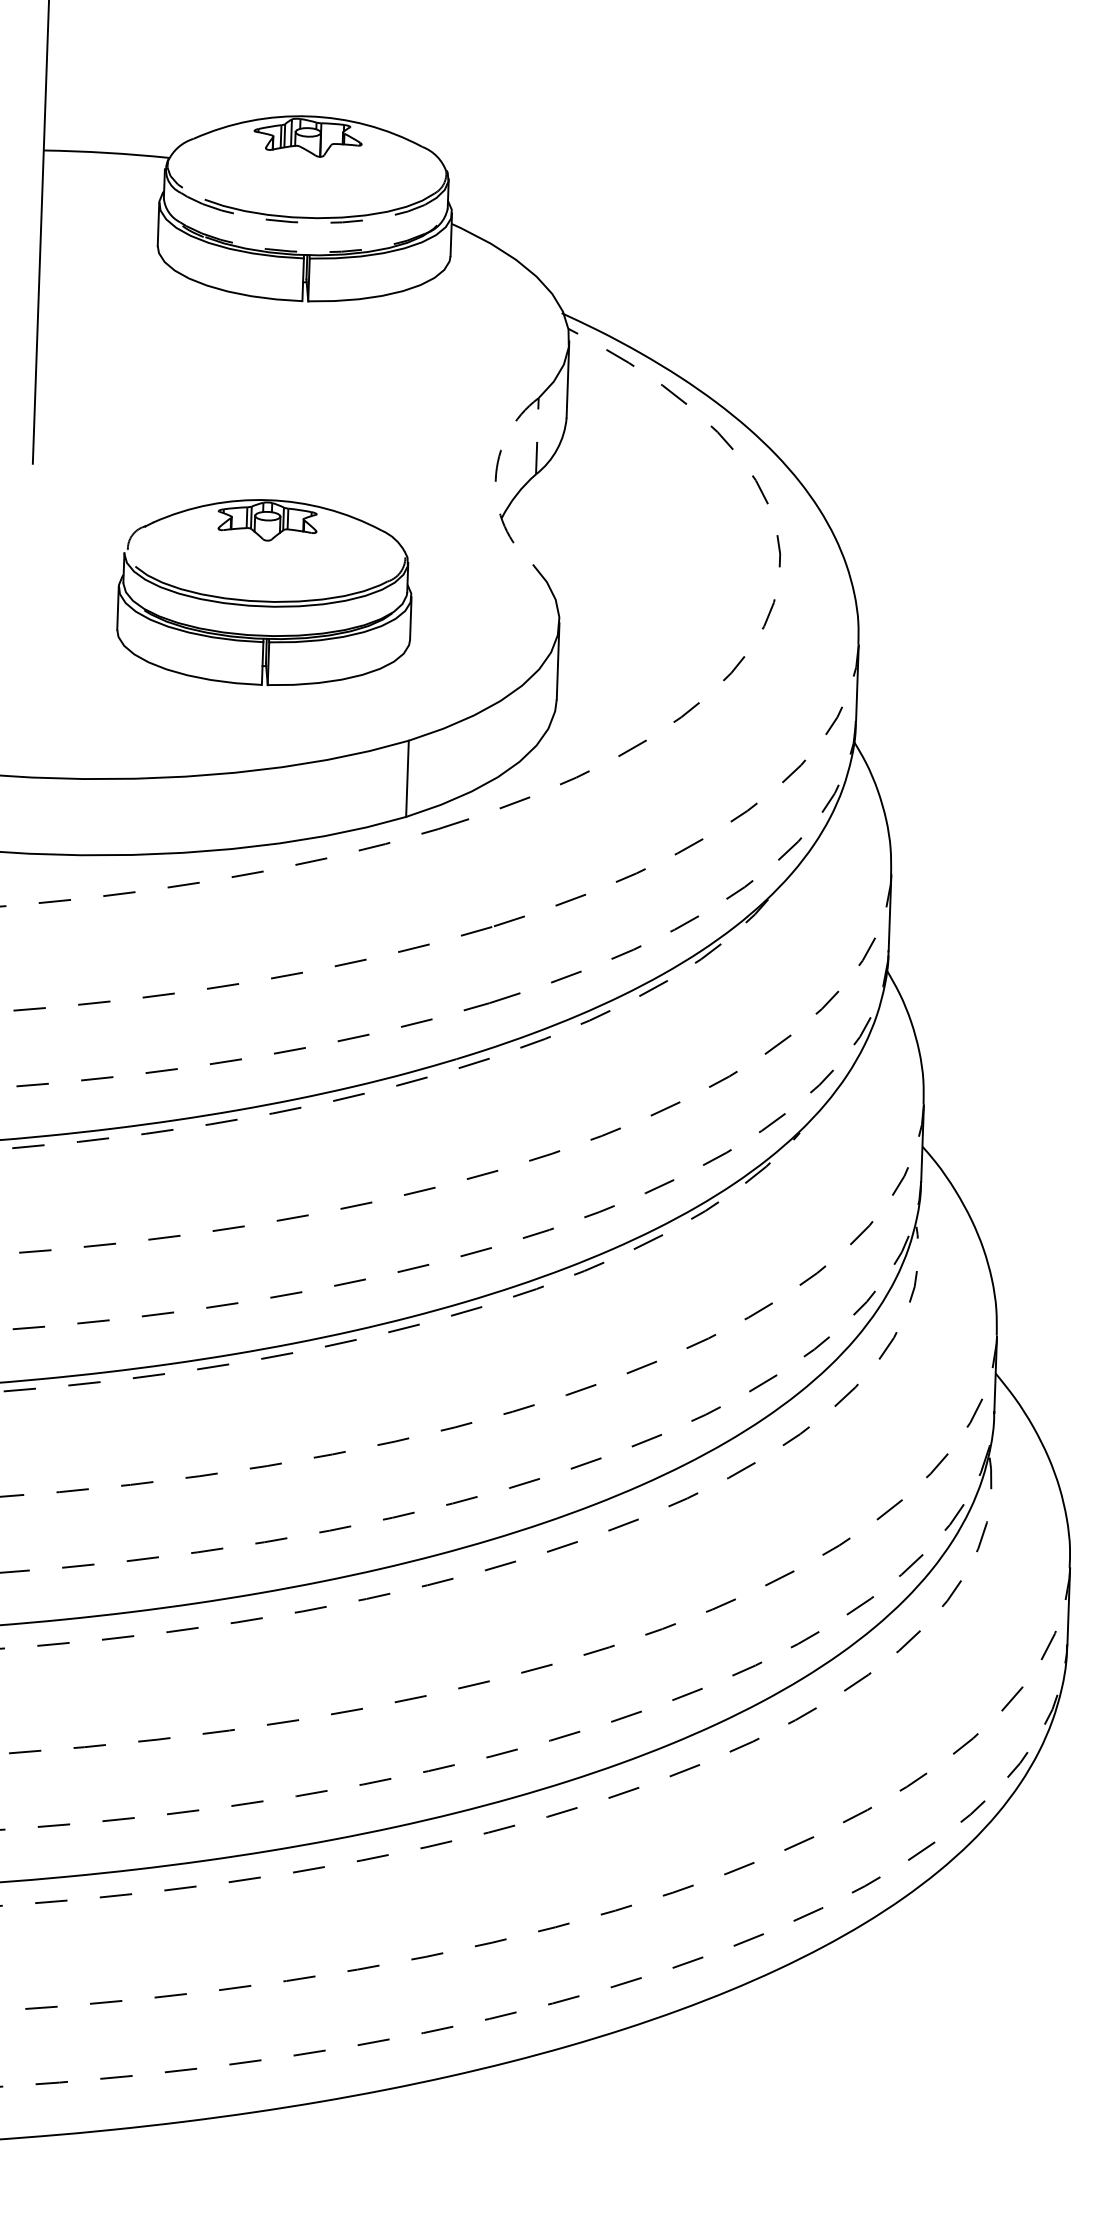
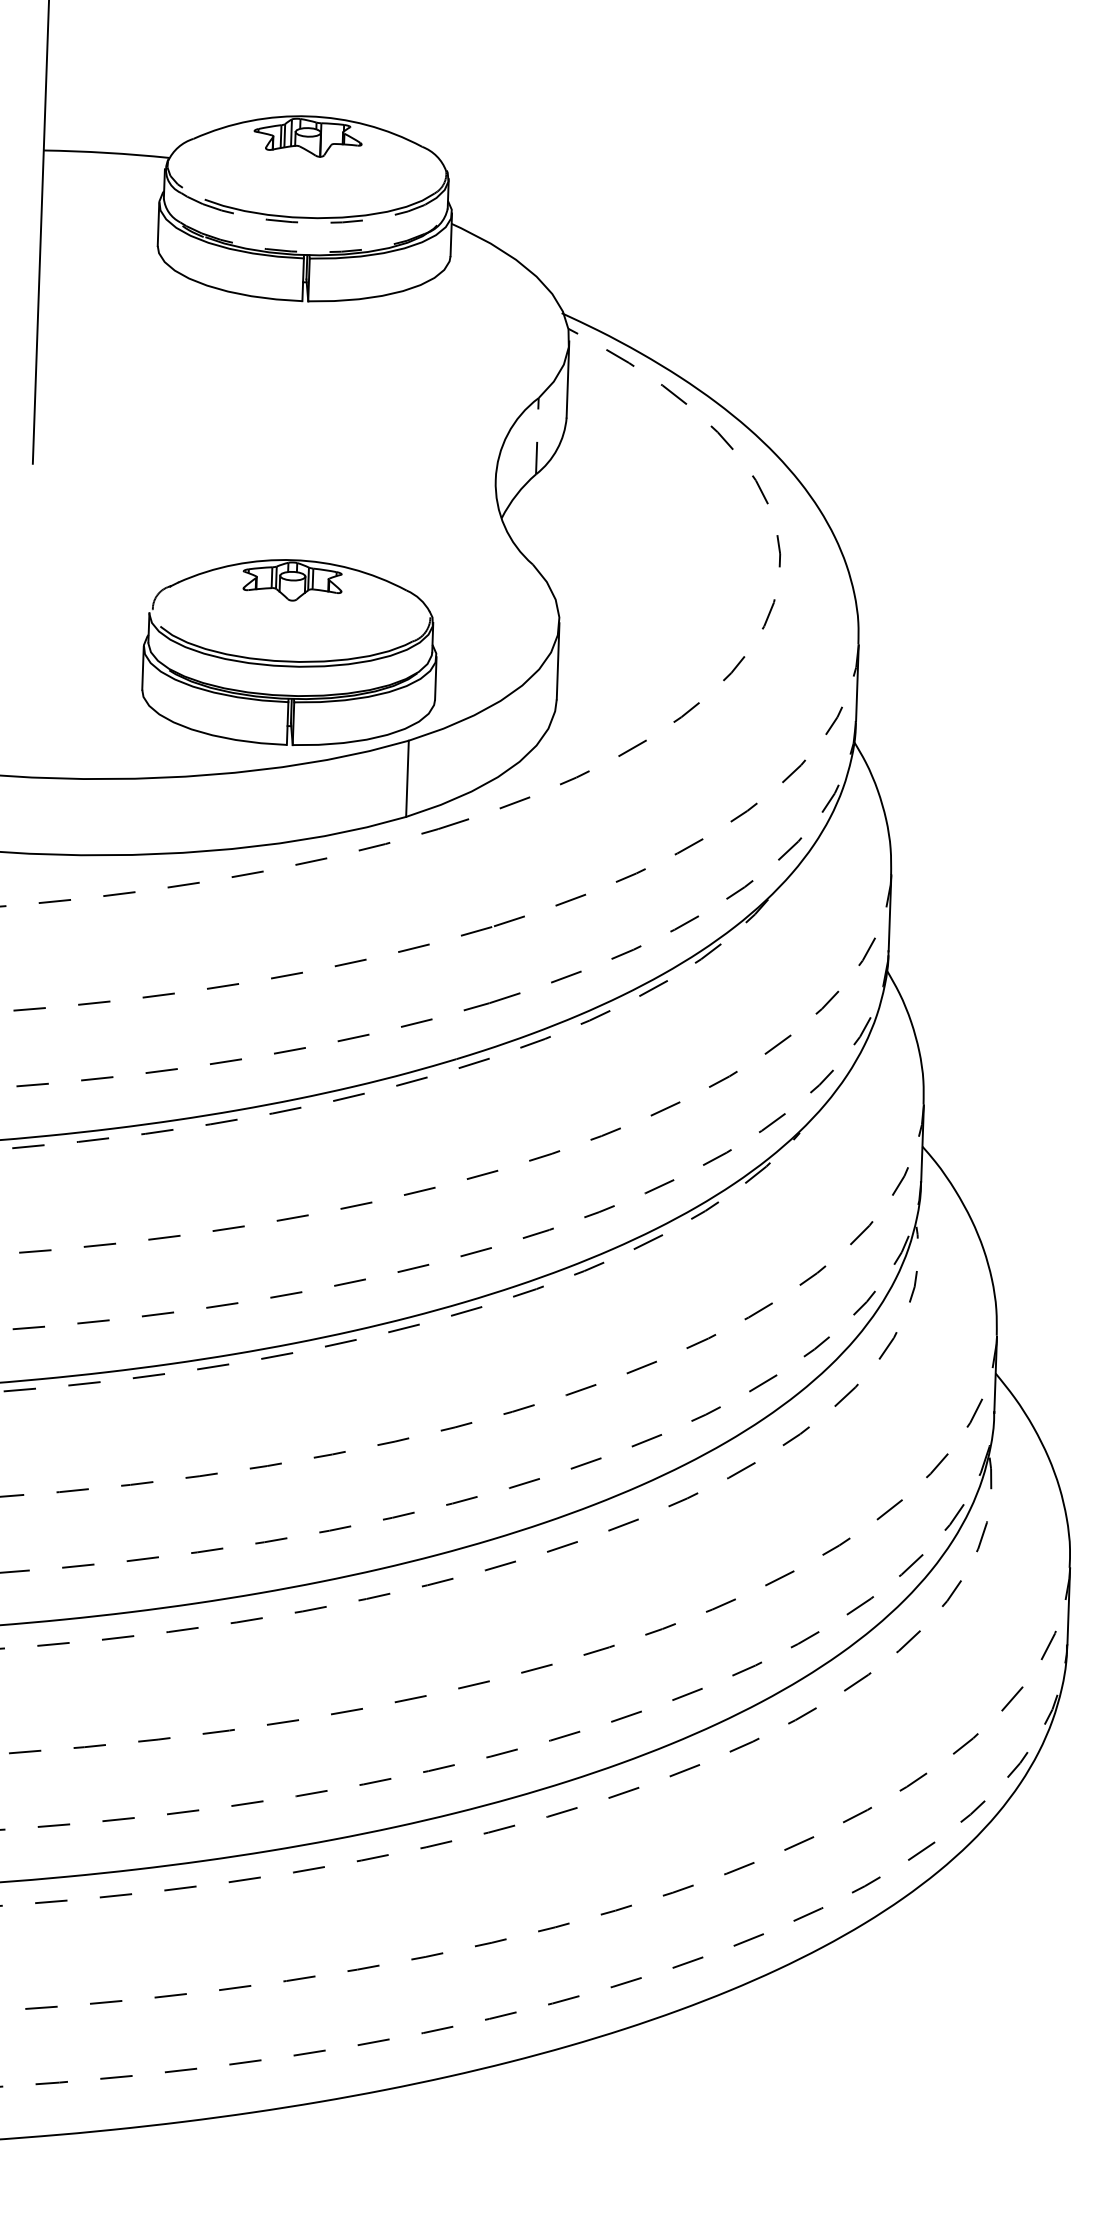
arc at (495, 479): dashed -> solid
part at (264, 600) position: (264, 600) -> (289, 660)
